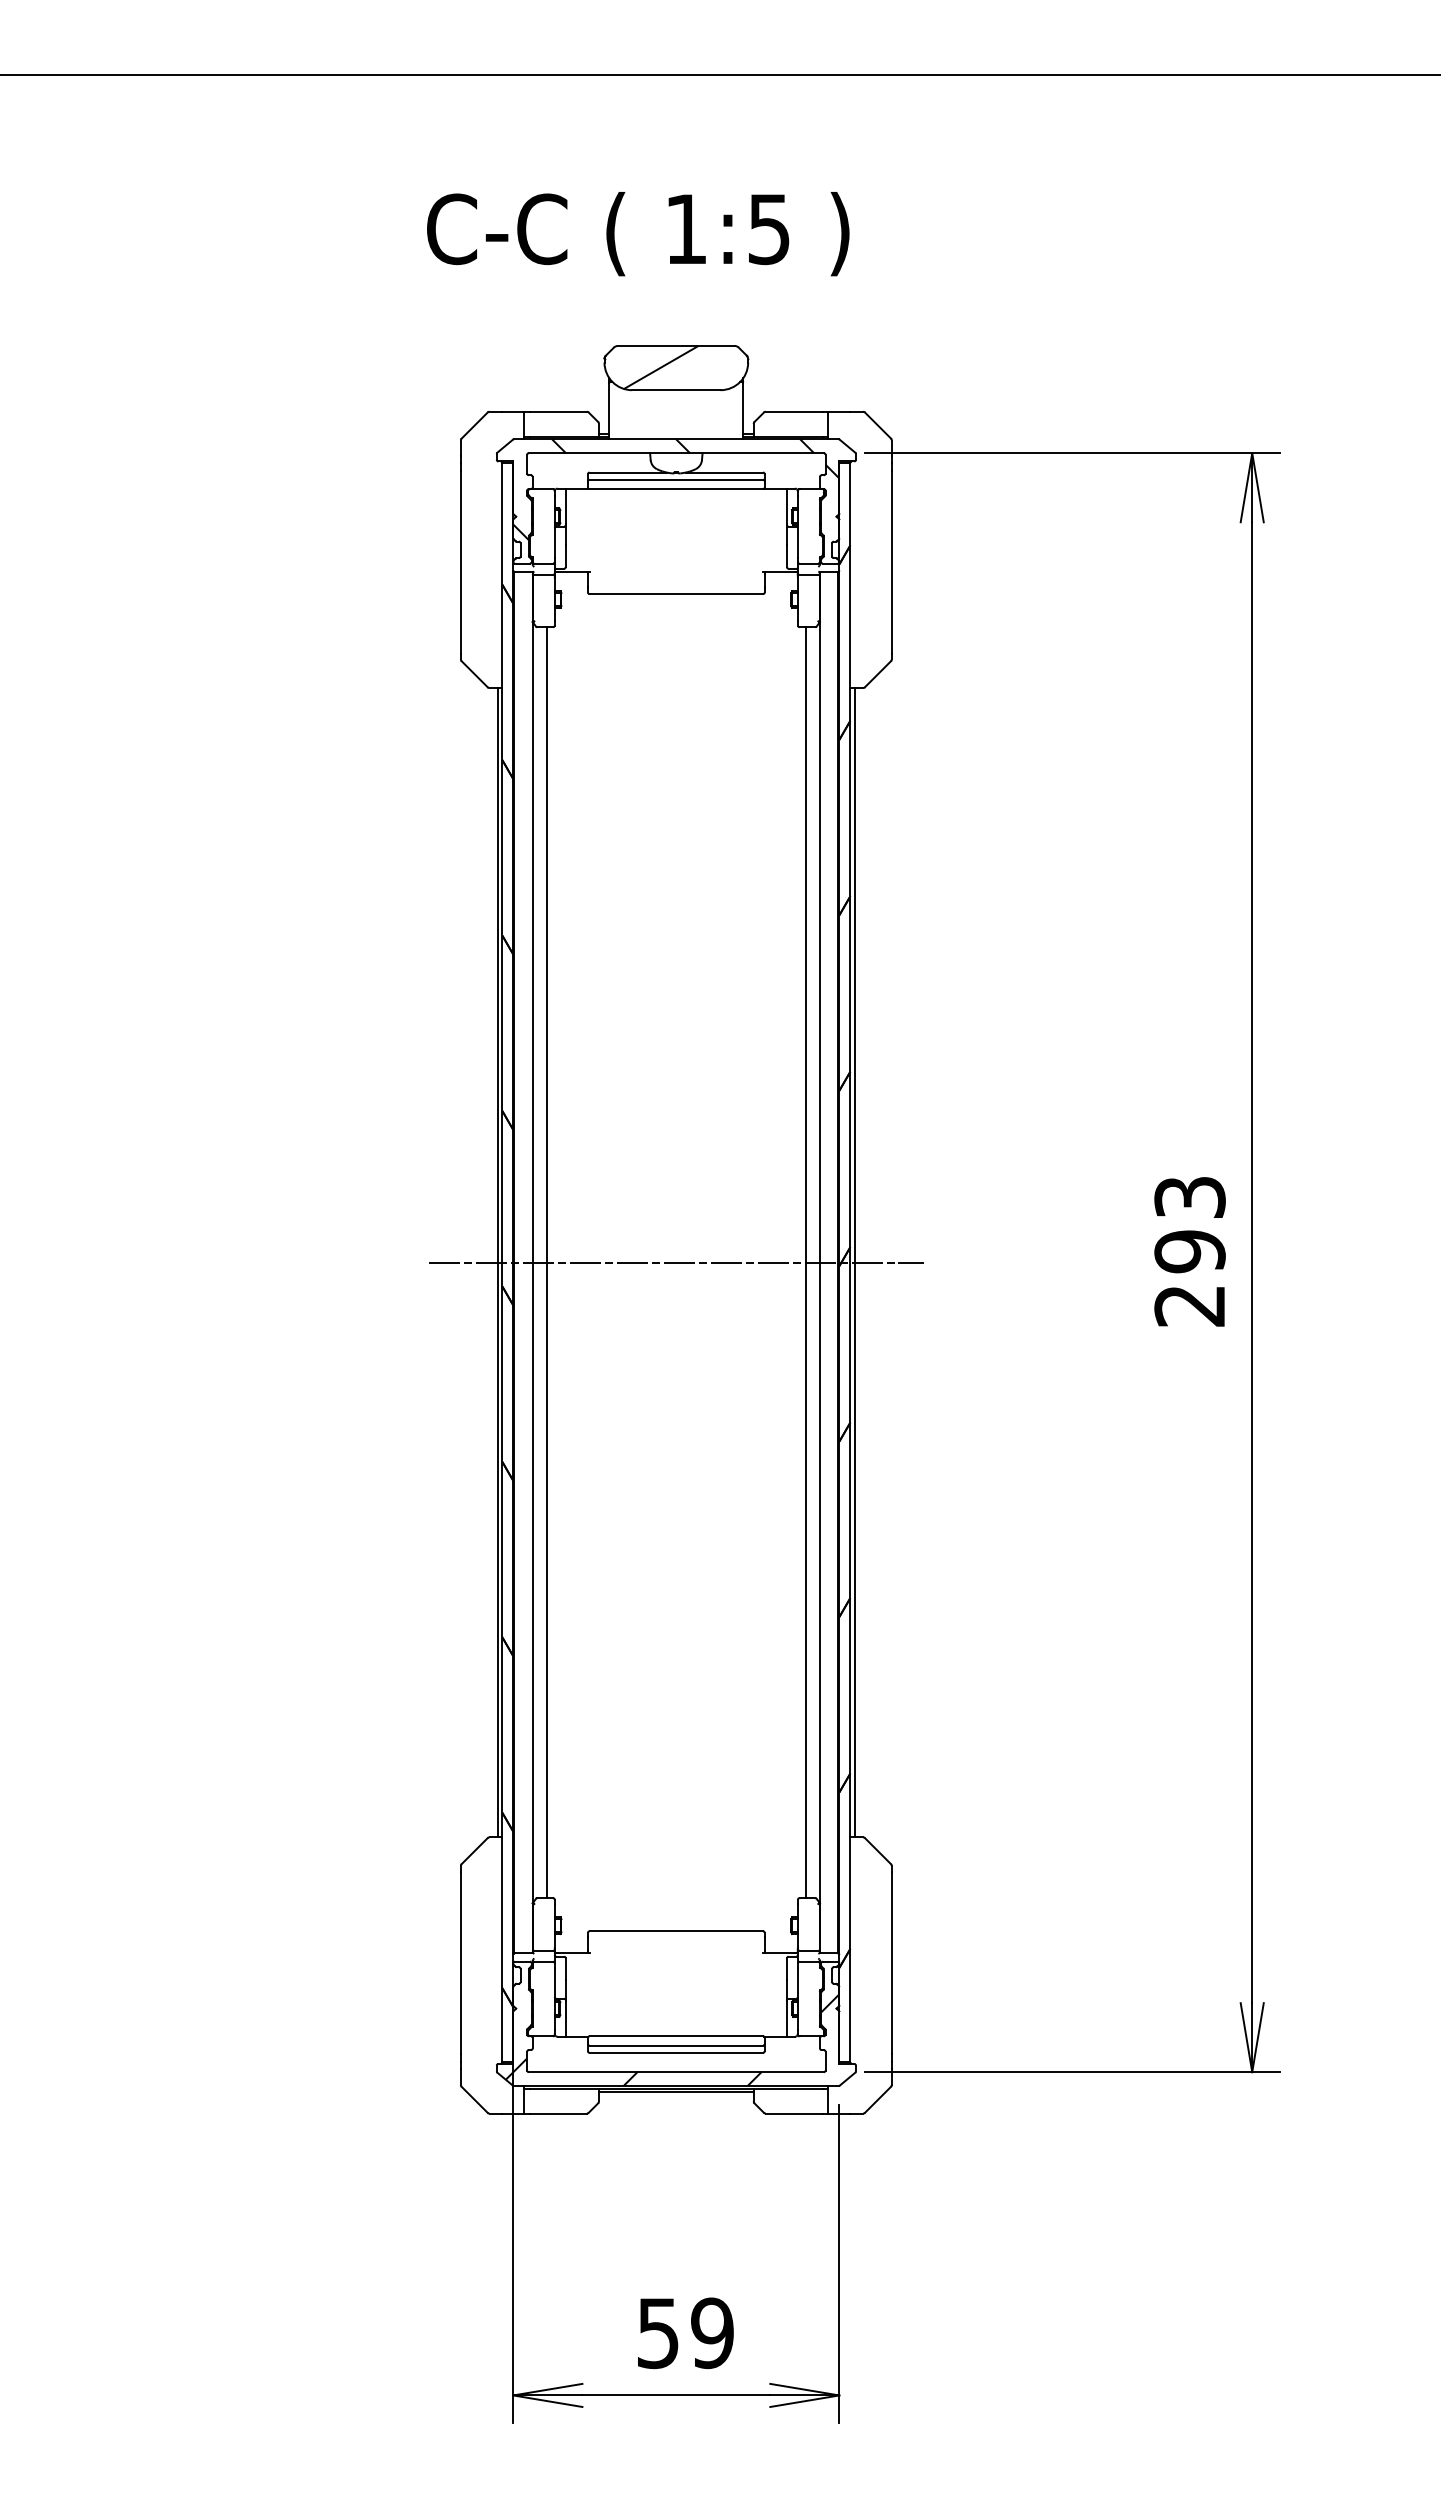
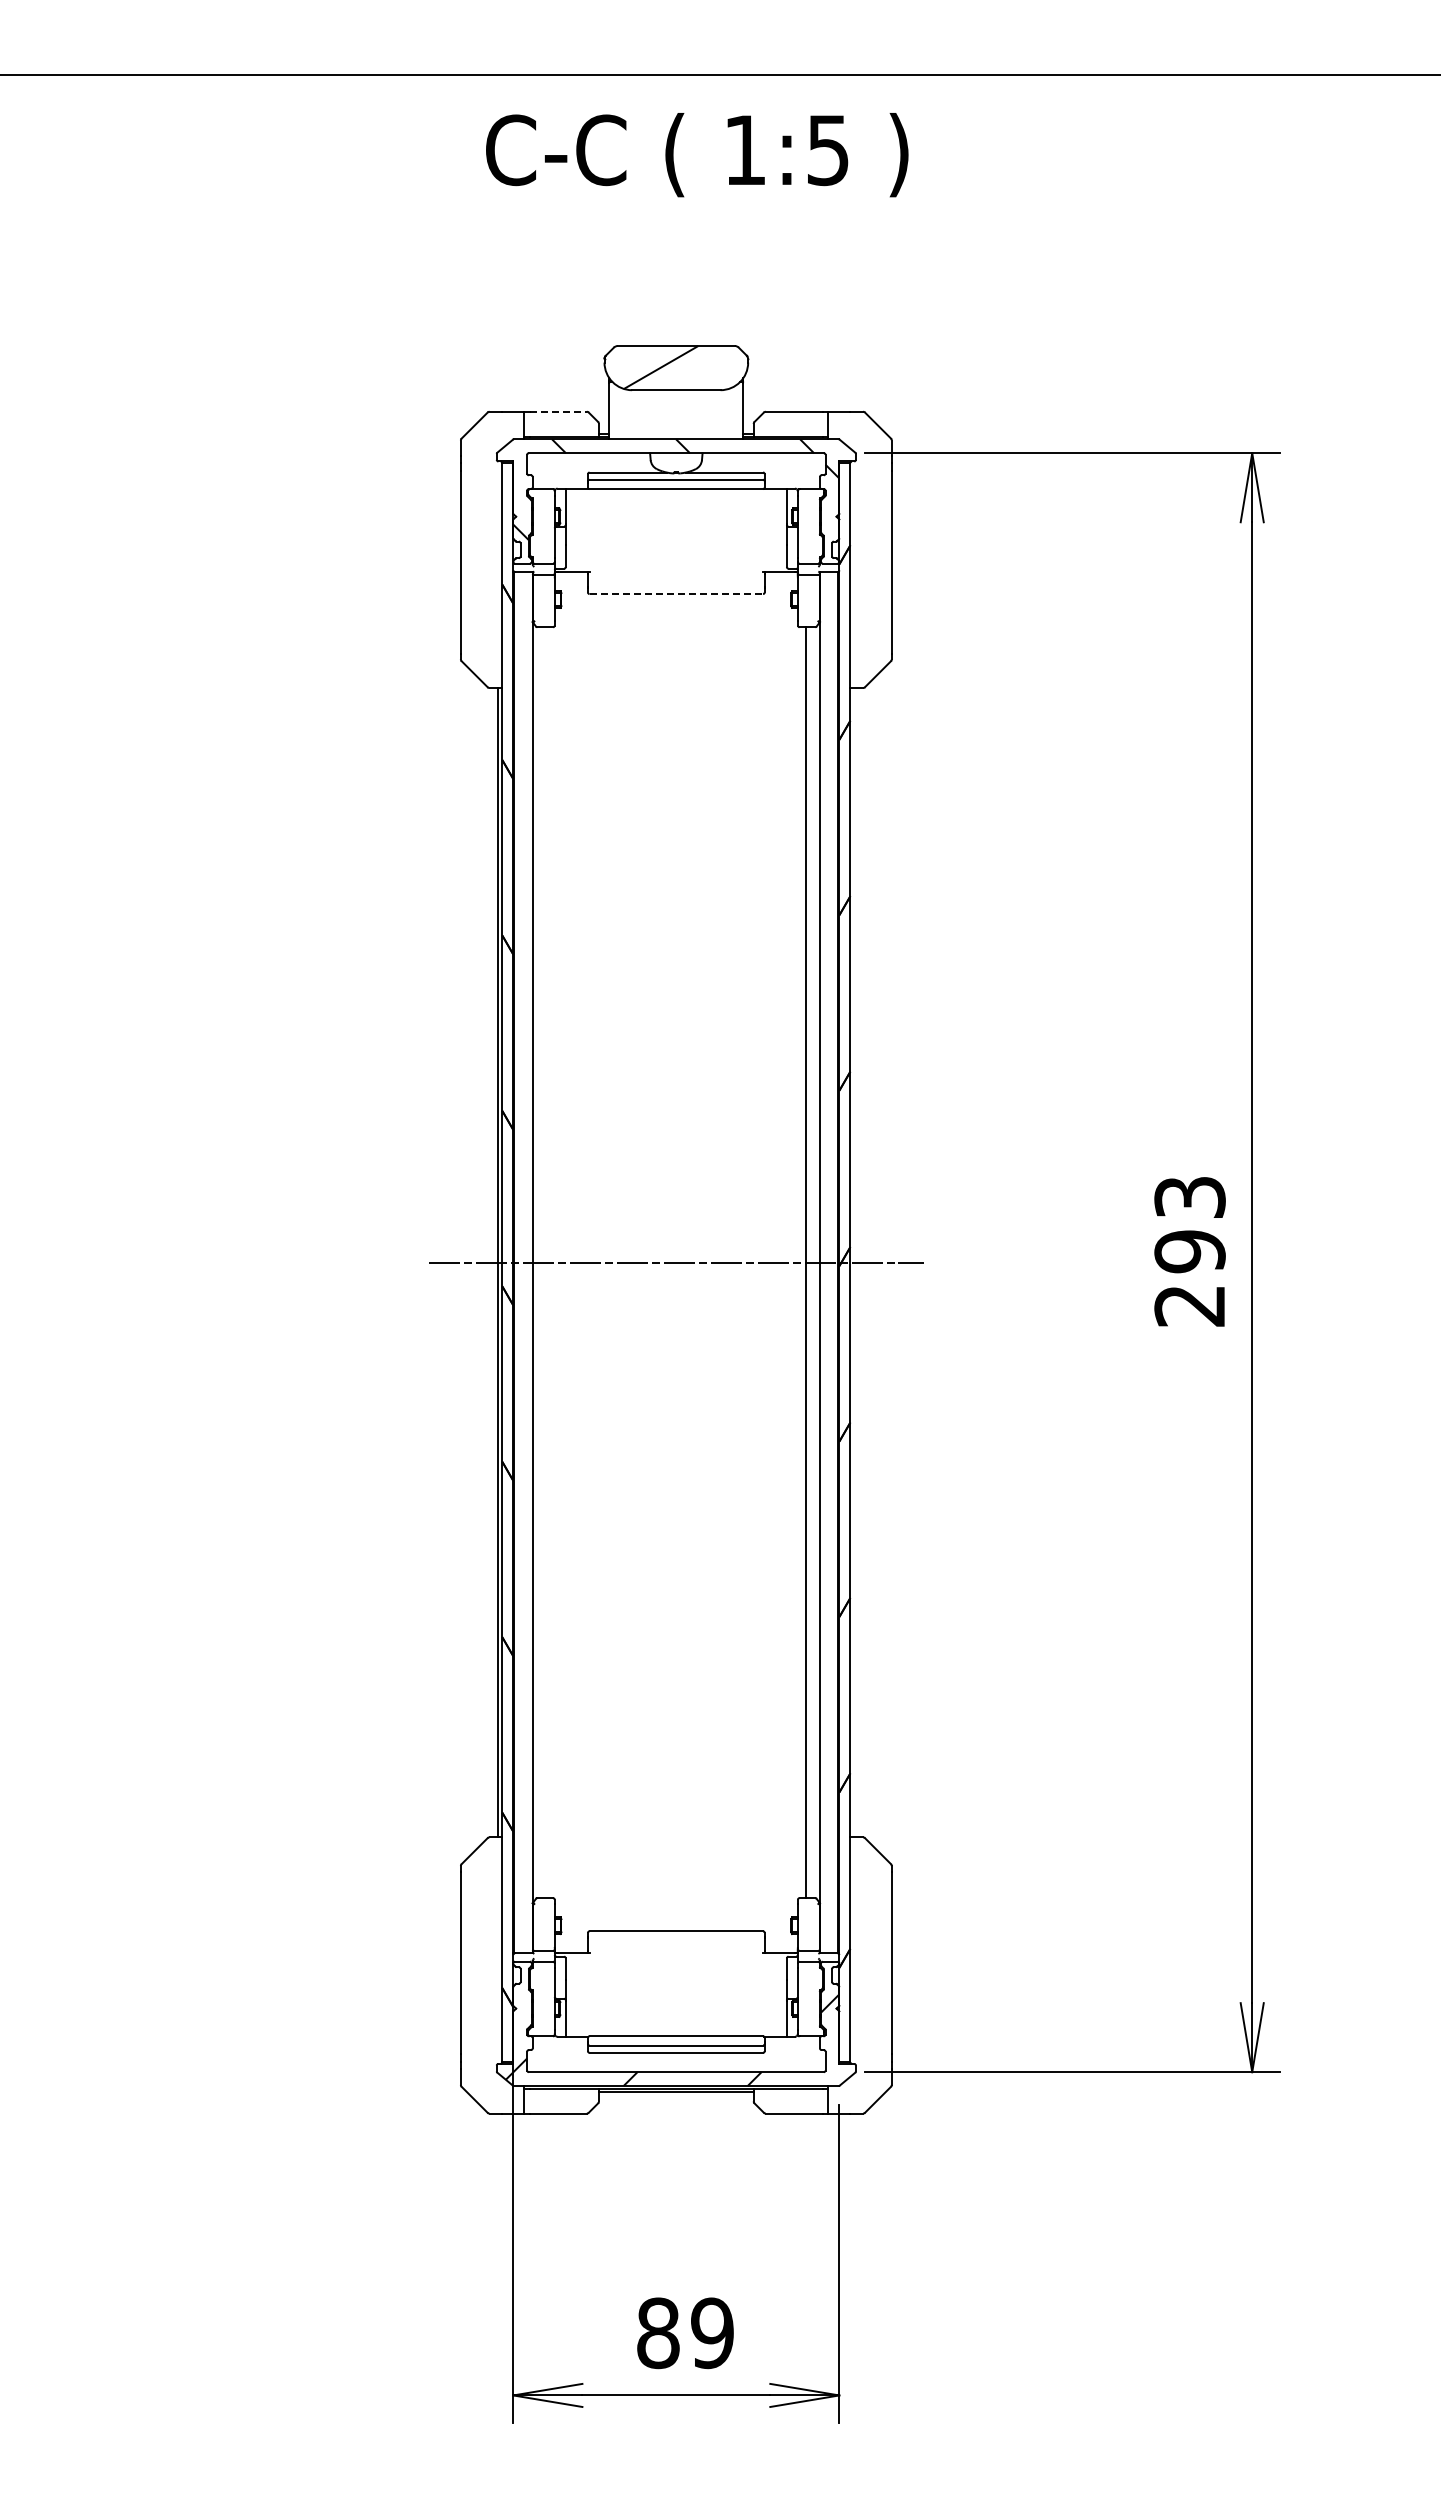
text at (638, 234) position: (638, 234) -> (697, 155)
line at (558, 411): solid -> dashed
line at (676, 594): solid -> dashed
line at (546, 1262): present -> none
line at (854, 1262): present -> none
text at (658, 2333): 59 -> 89
